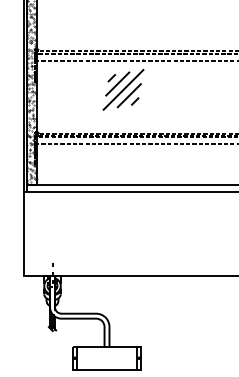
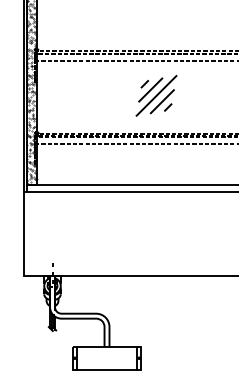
part at (123, 89) position: (123, 89) -> (156, 95)
